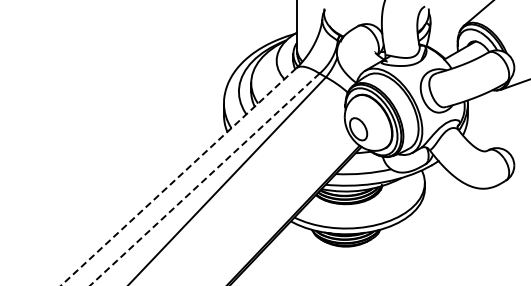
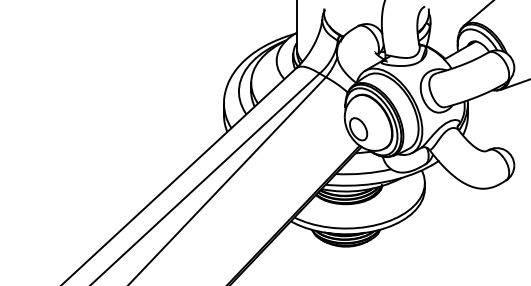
line at (178, 177): dashed -> solid
line at (204, 179): dashed -> solid
